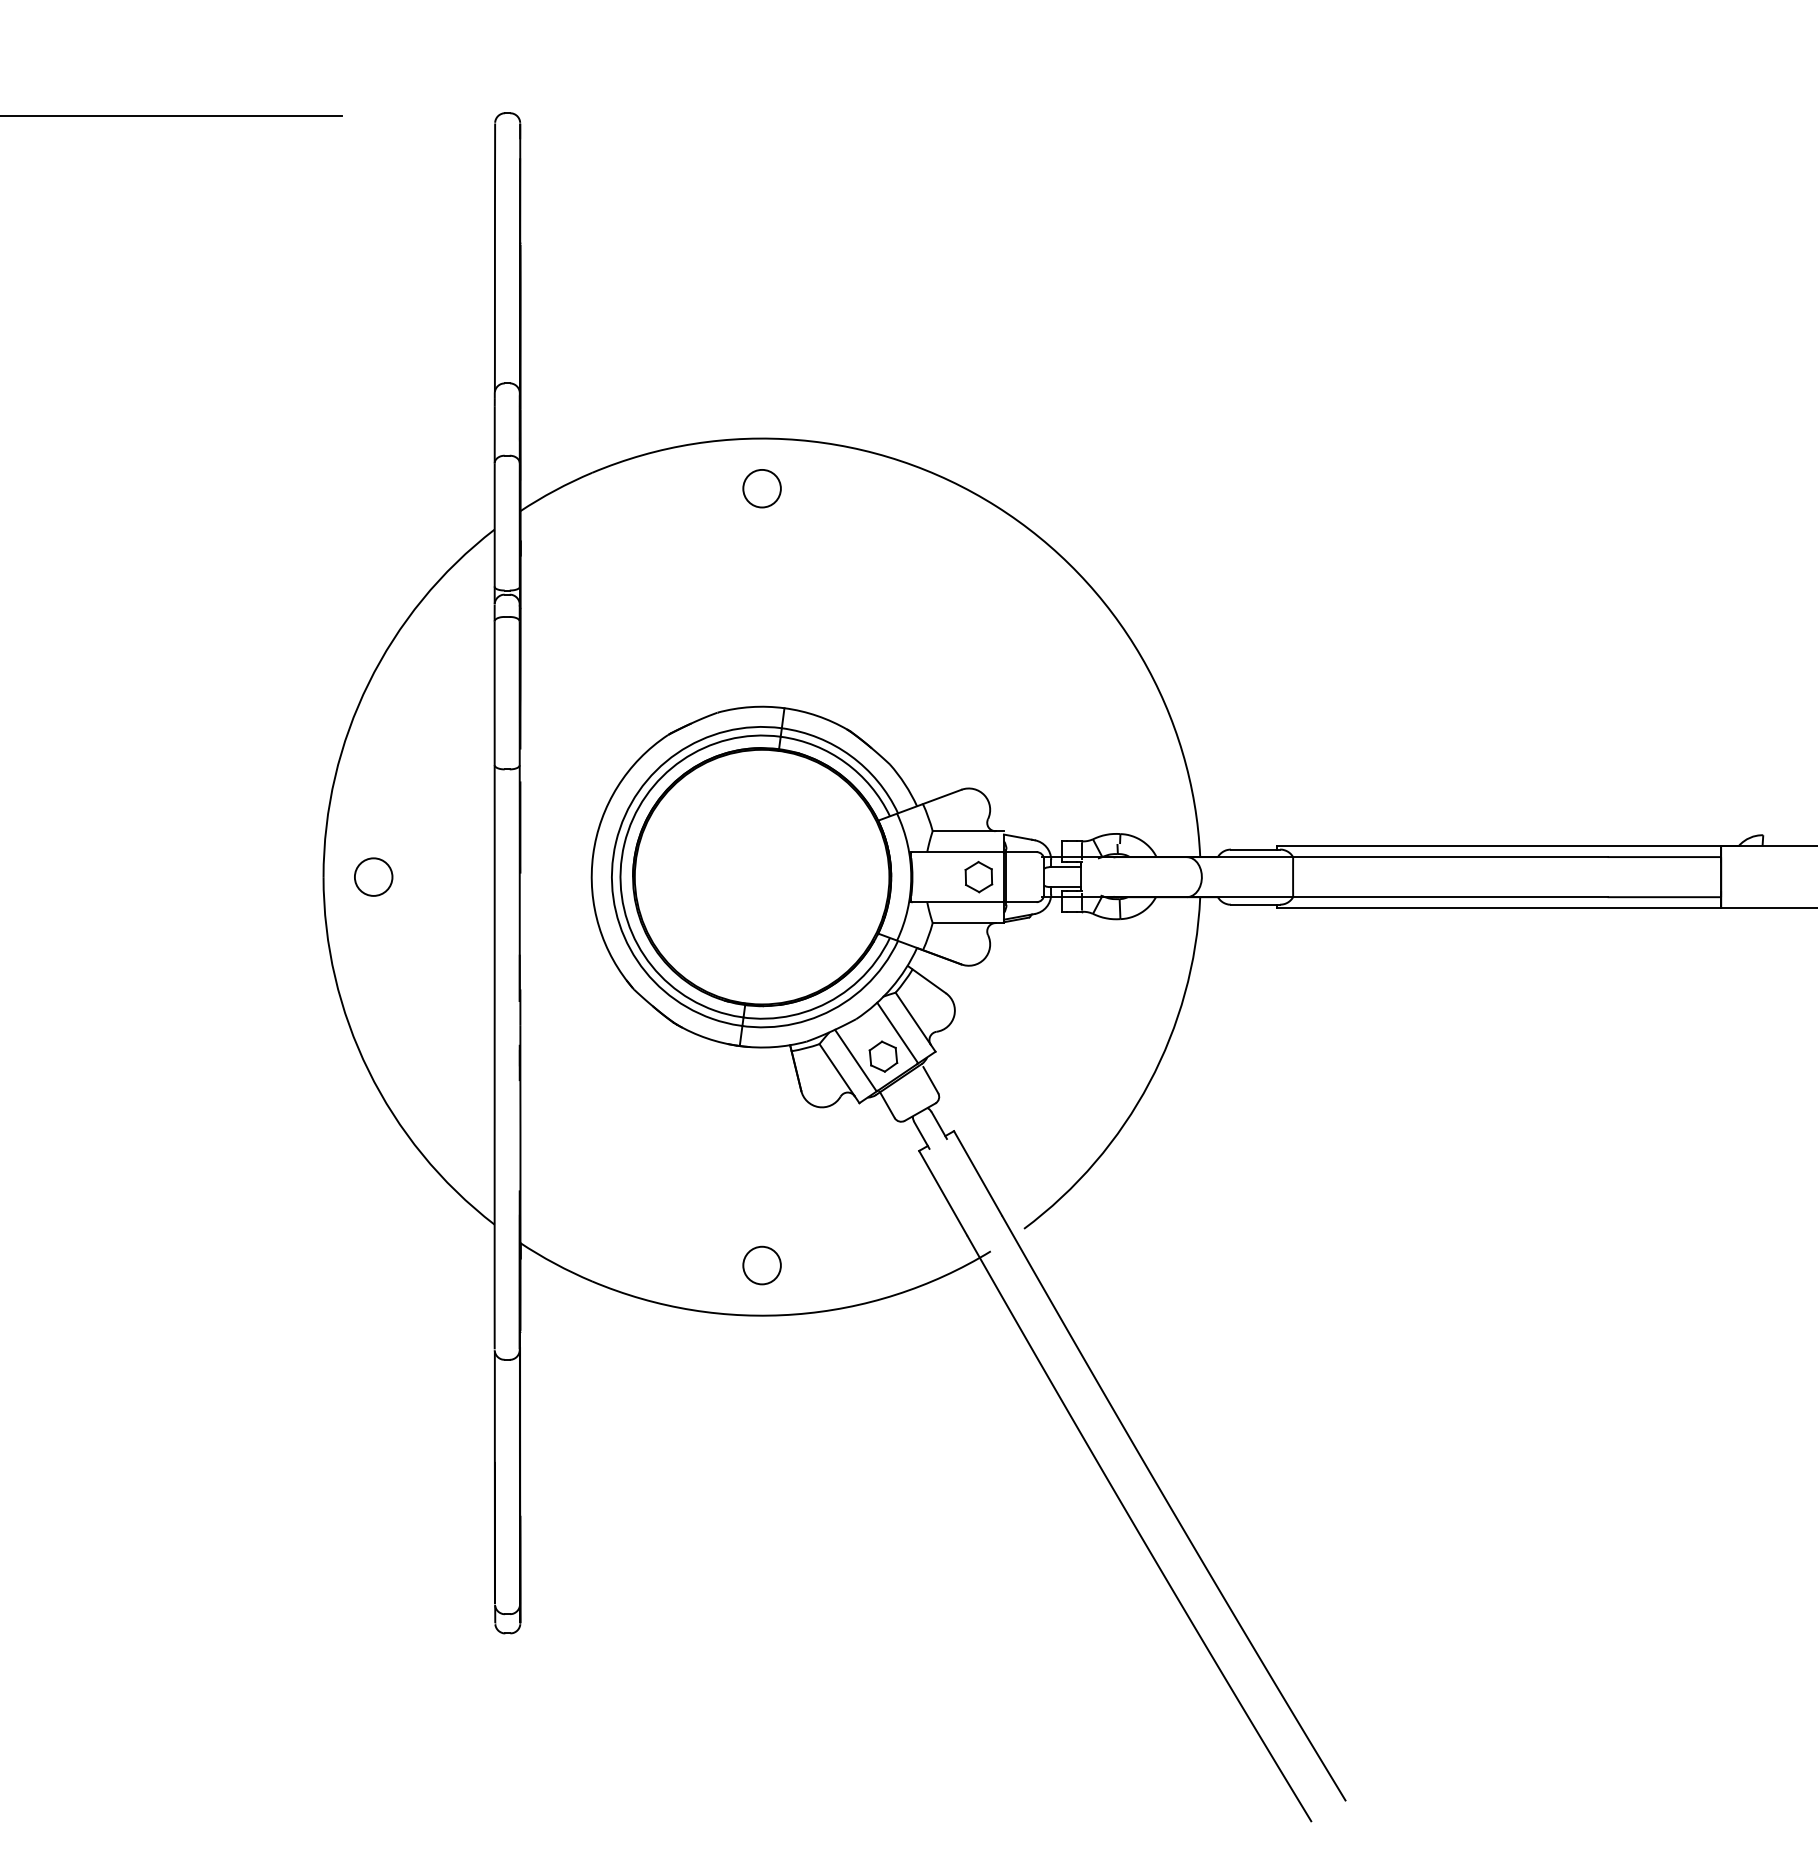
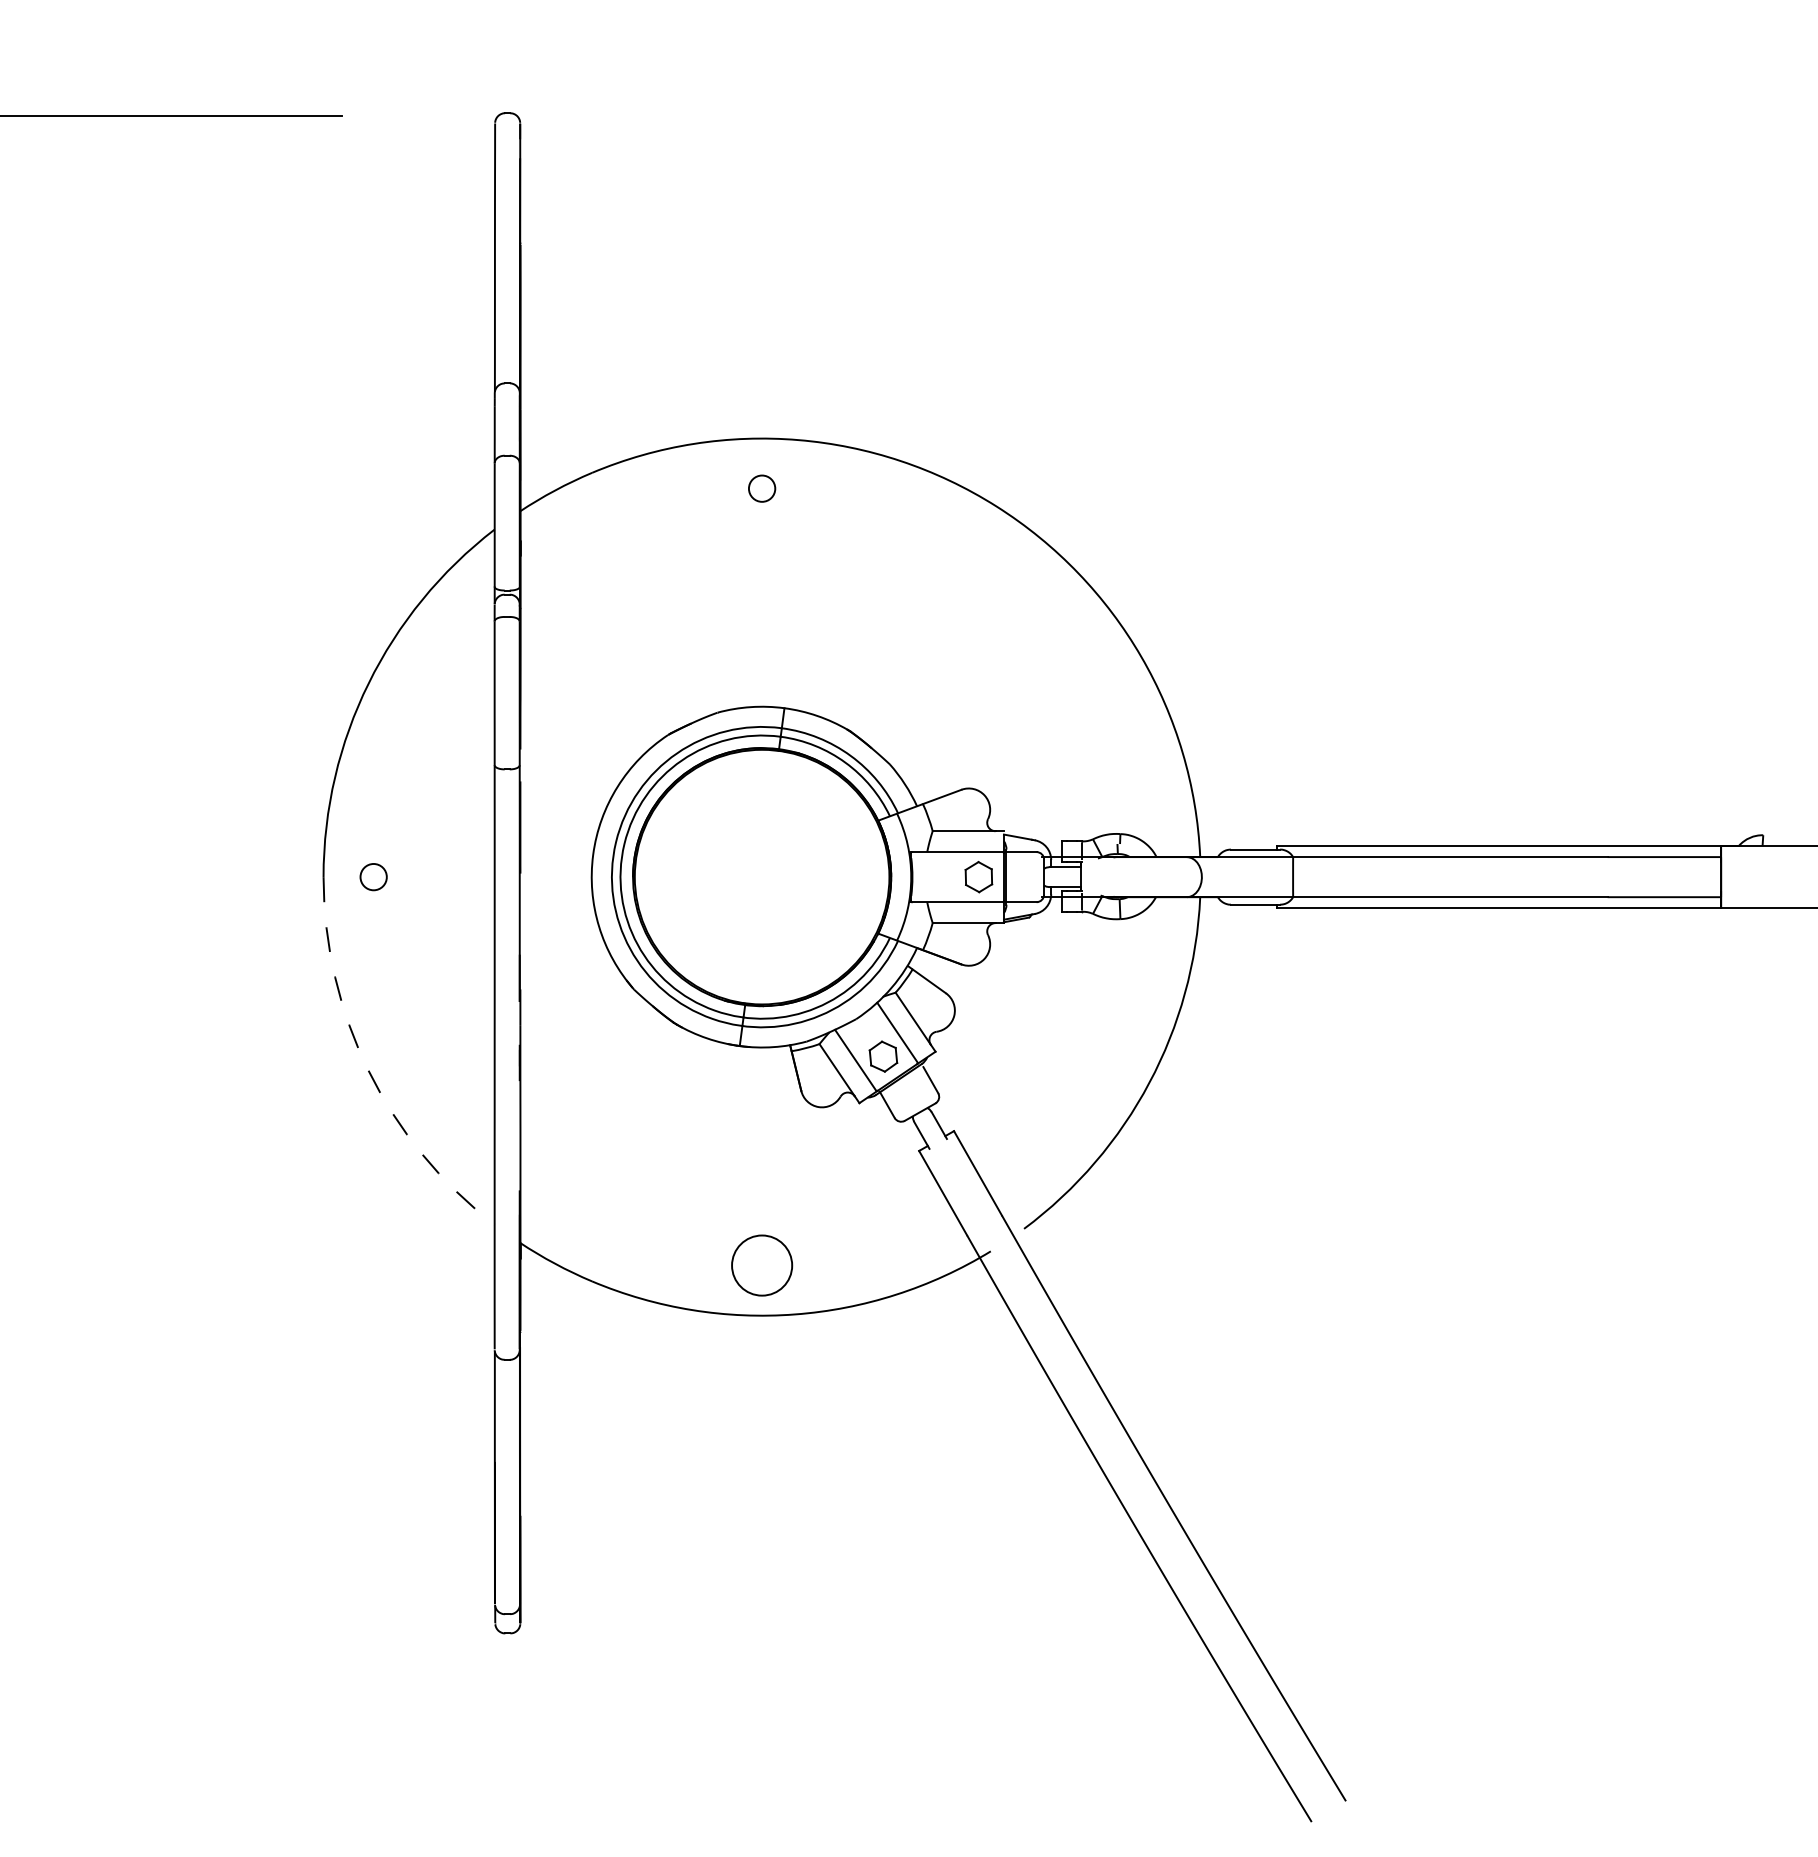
circle at (761, 488) diameter: 38 px -> 26 px
circle at (373, 876) diameter: 38 px -> 26 px
arc at (368, 1070): solid -> dashed
circle at (761, 1265) diameter: 38 px -> 60 px
